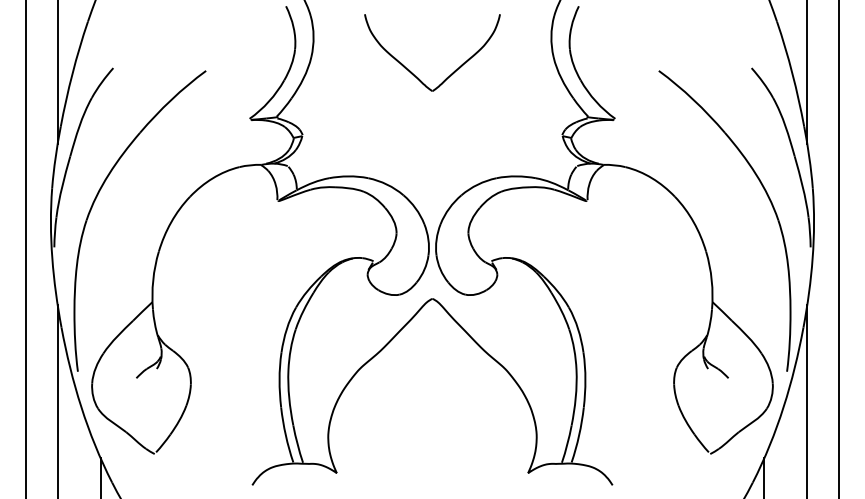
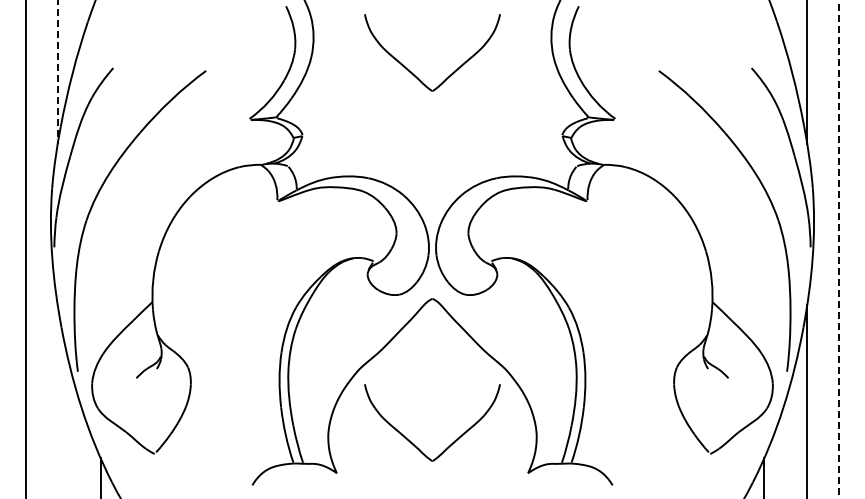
line at (57, 72): solid -> dashed
line at (839, 249): solid -> dashed
line at (57, 399): present -> none
part at (412, 442): none -> present
